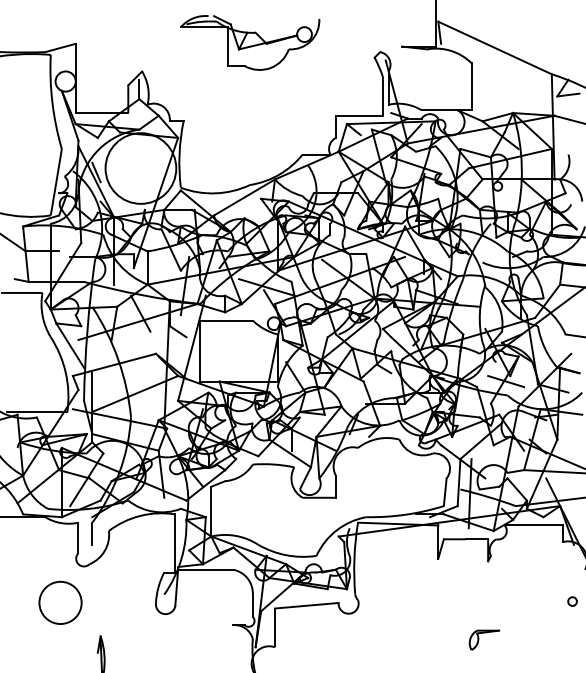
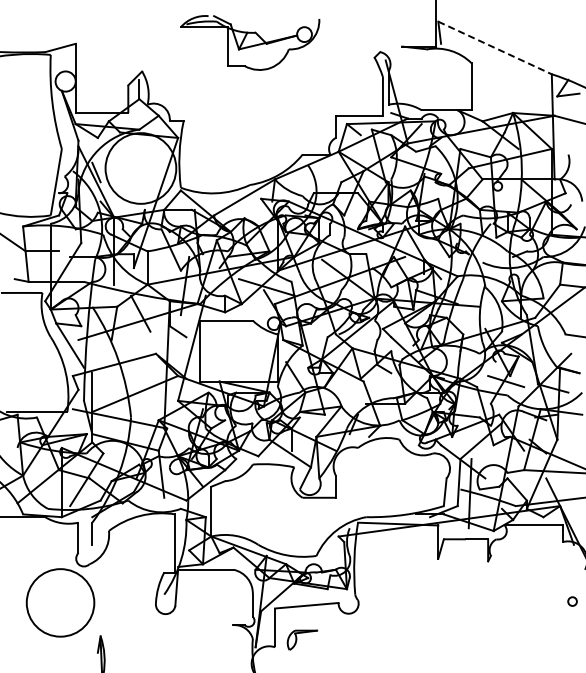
line at (495, 47): solid -> dashed
circle at (60, 602) diameter: 42 px -> 68 px
part at (484, 639) position: (484, 639) -> (302, 639)
